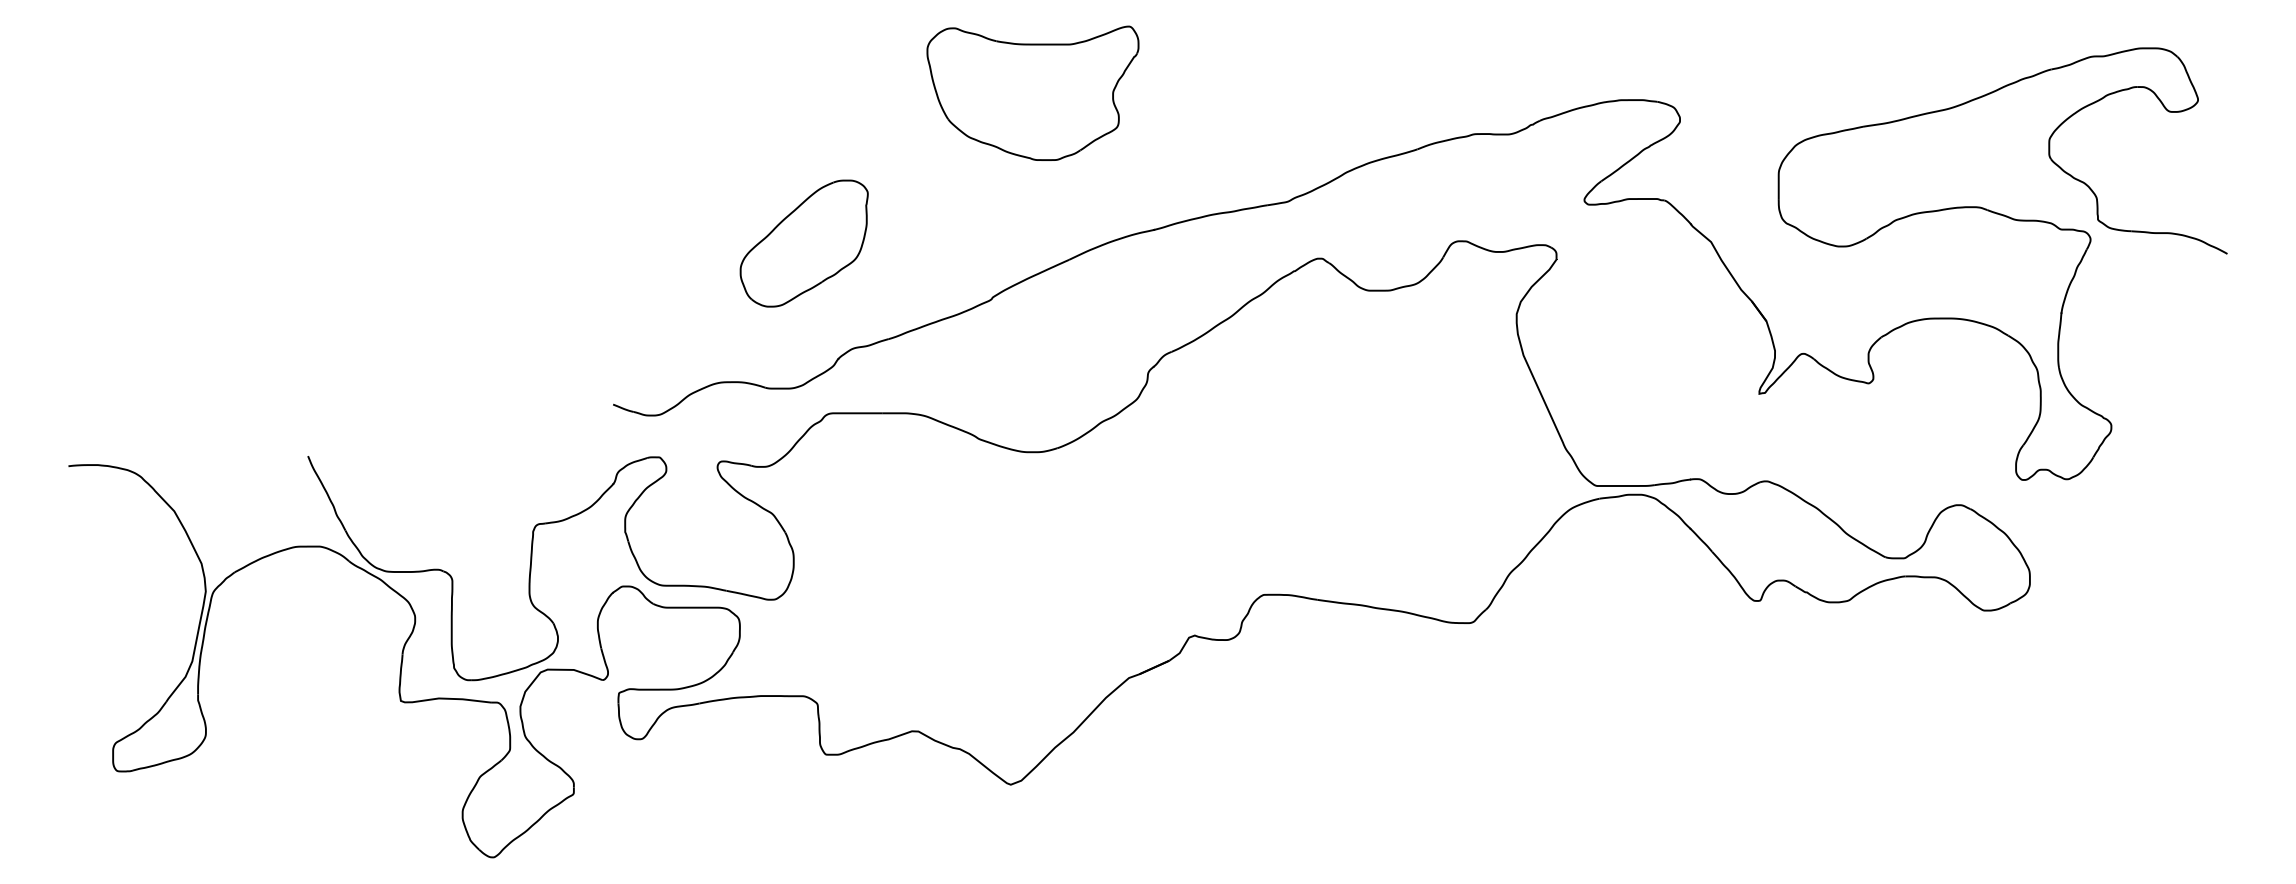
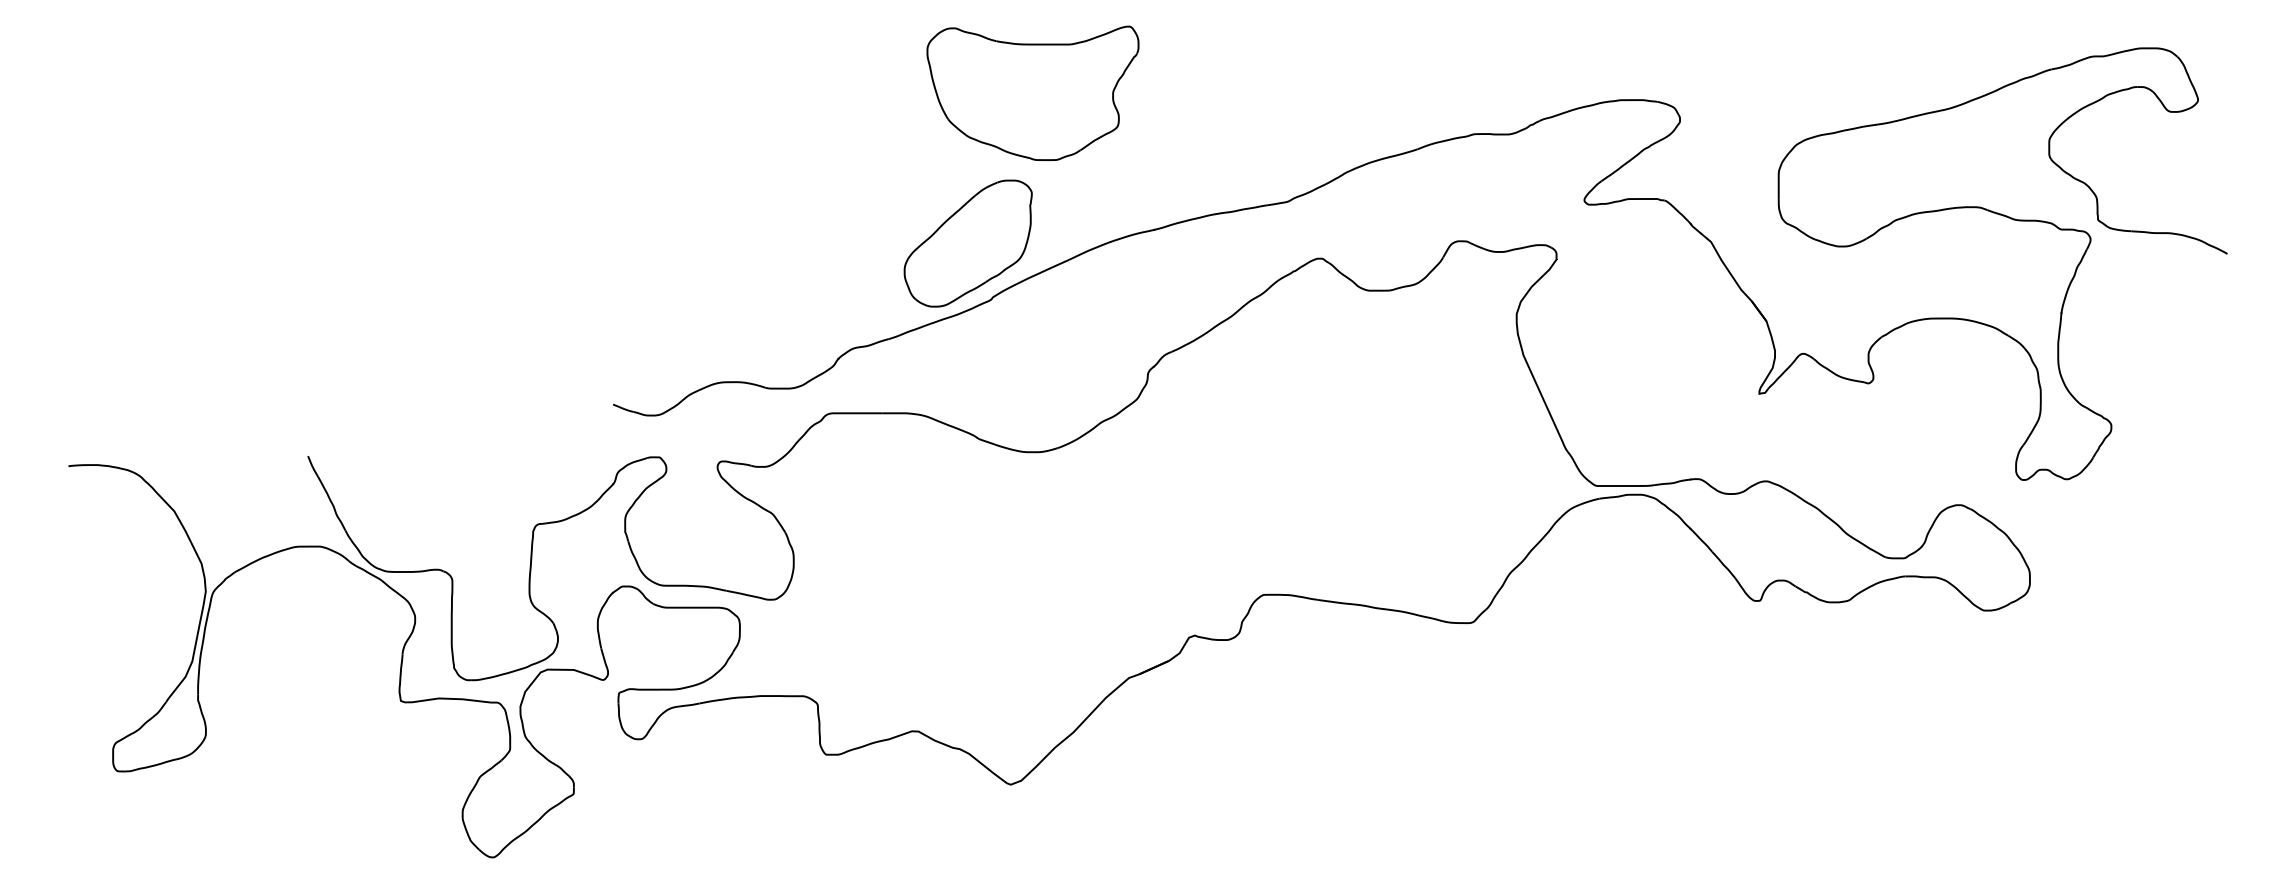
part at (803, 243) position: (803, 243) -> (967, 243)
